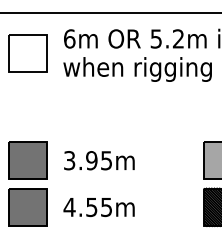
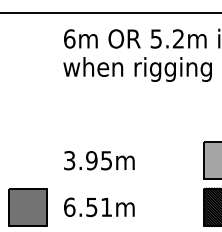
part at (27, 53): present -> none
part at (27, 160): present -> none
text at (87, 207): 4.55m -> 6.51m
